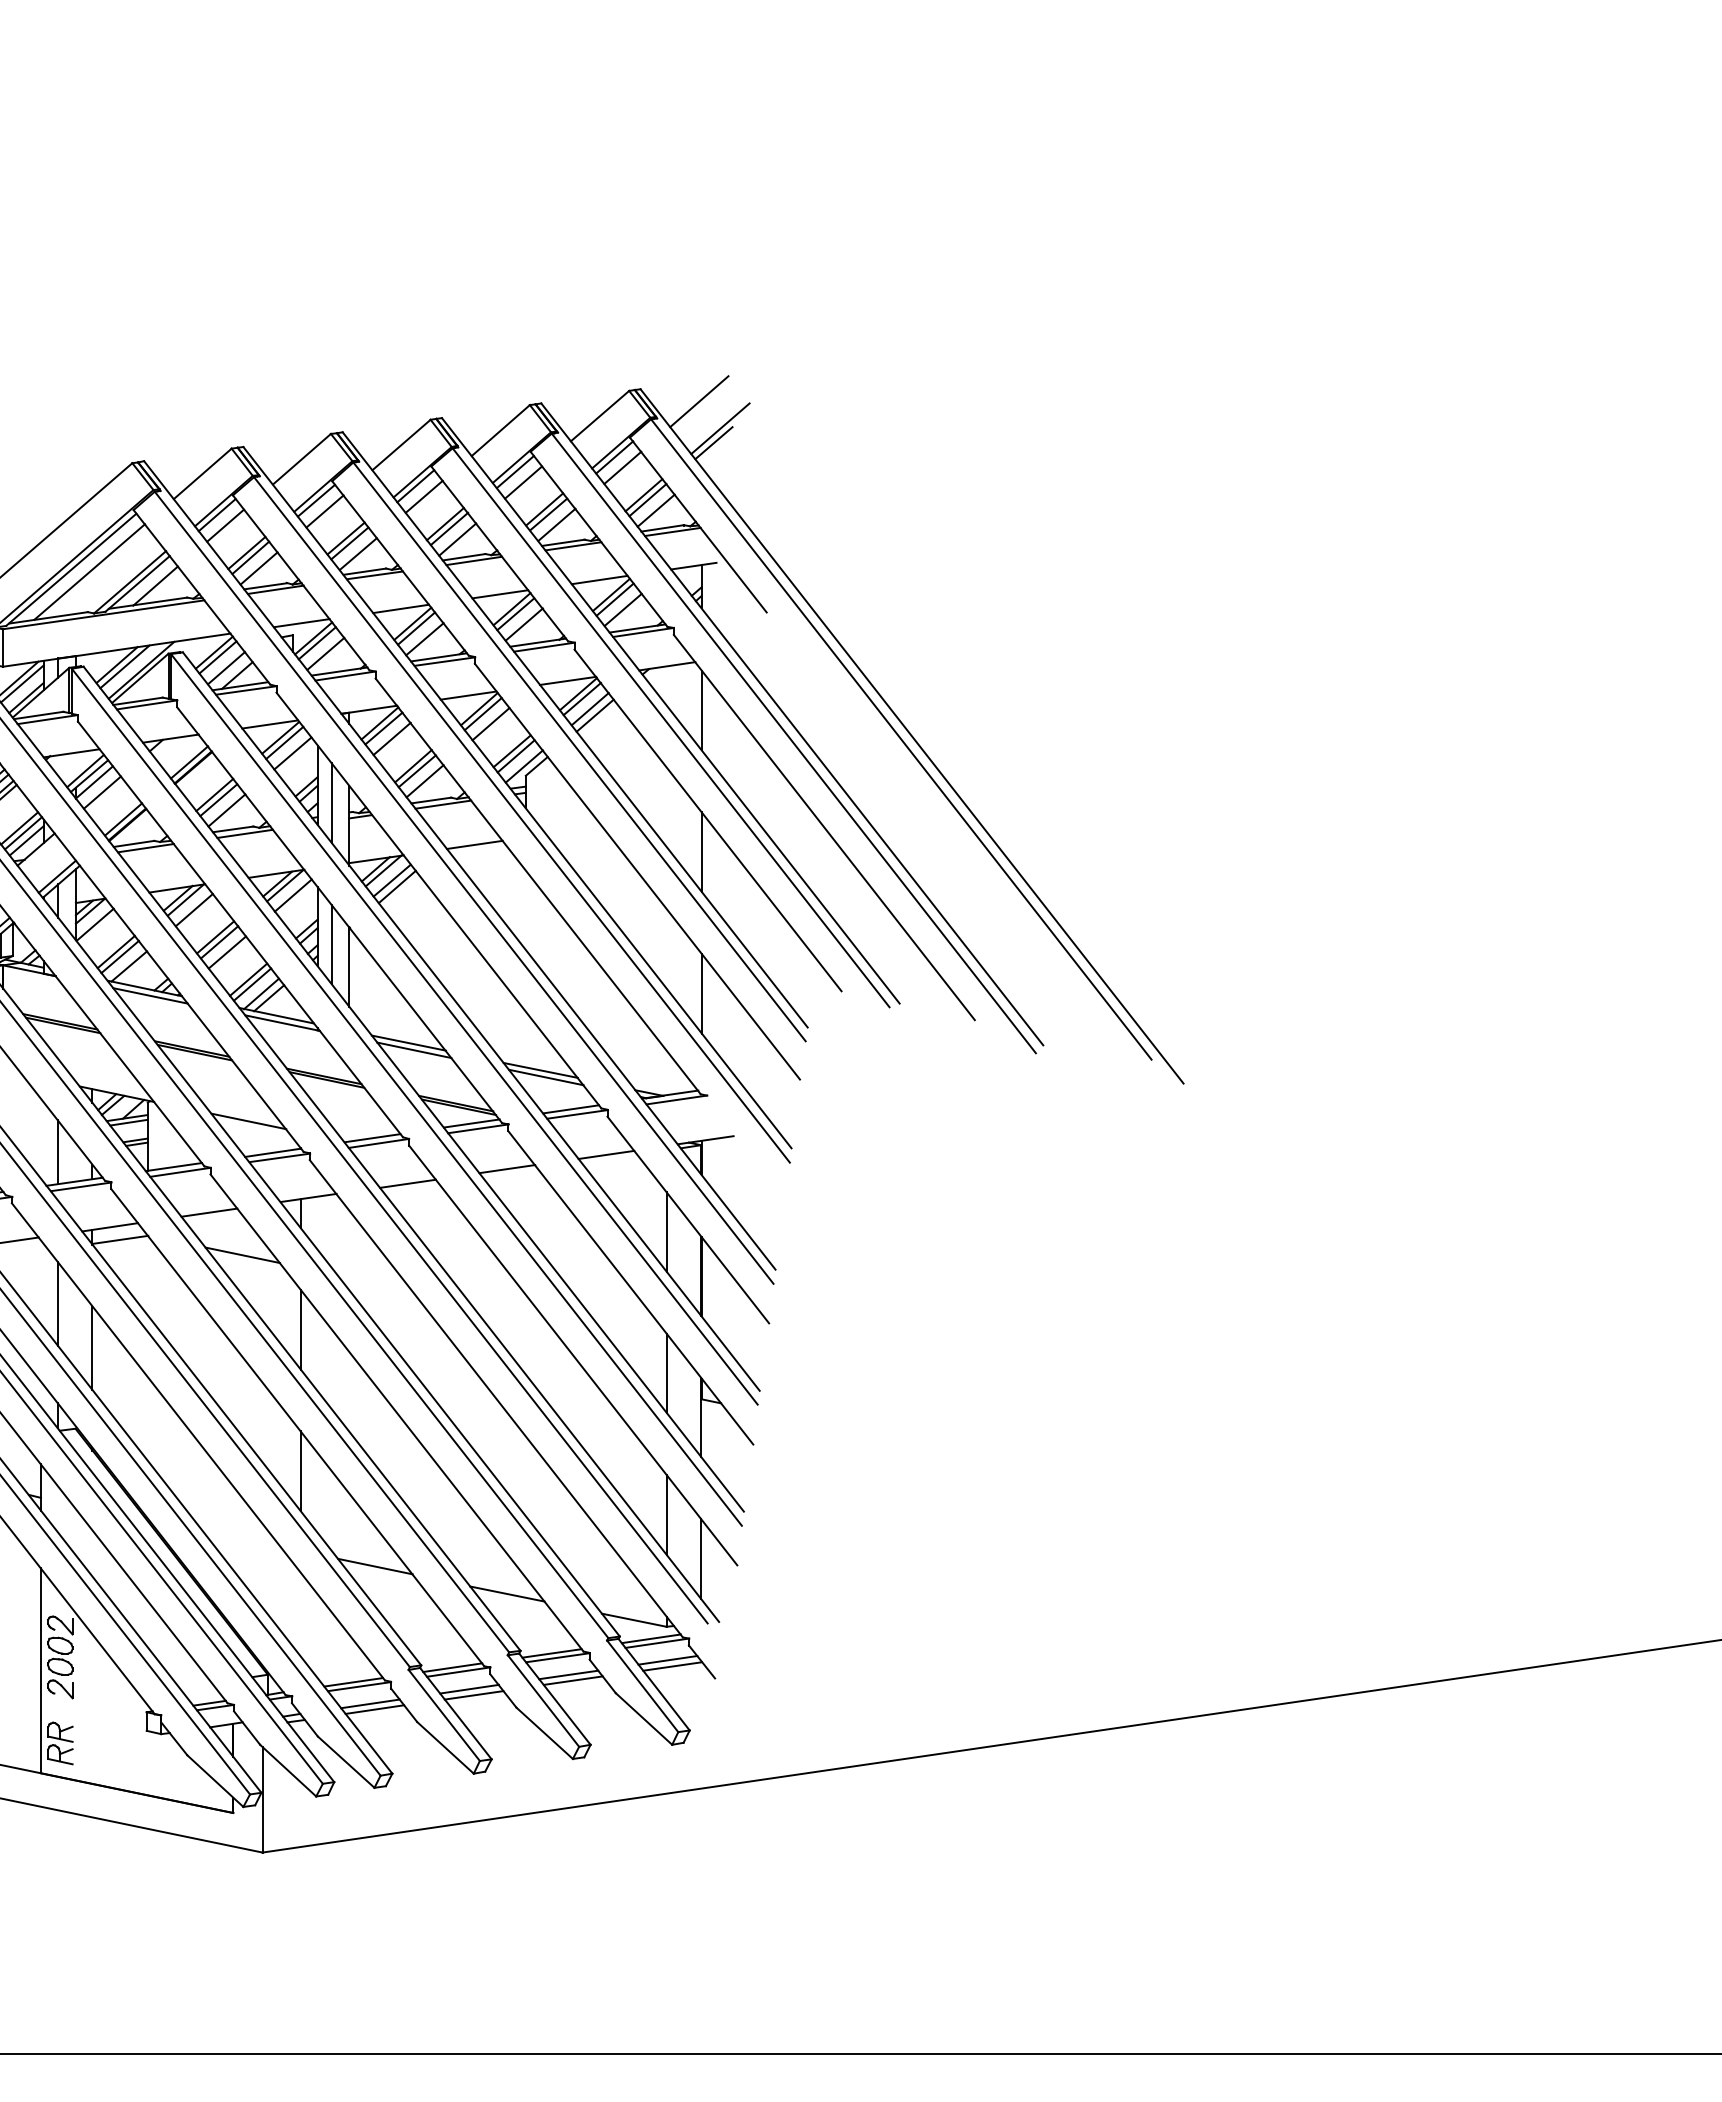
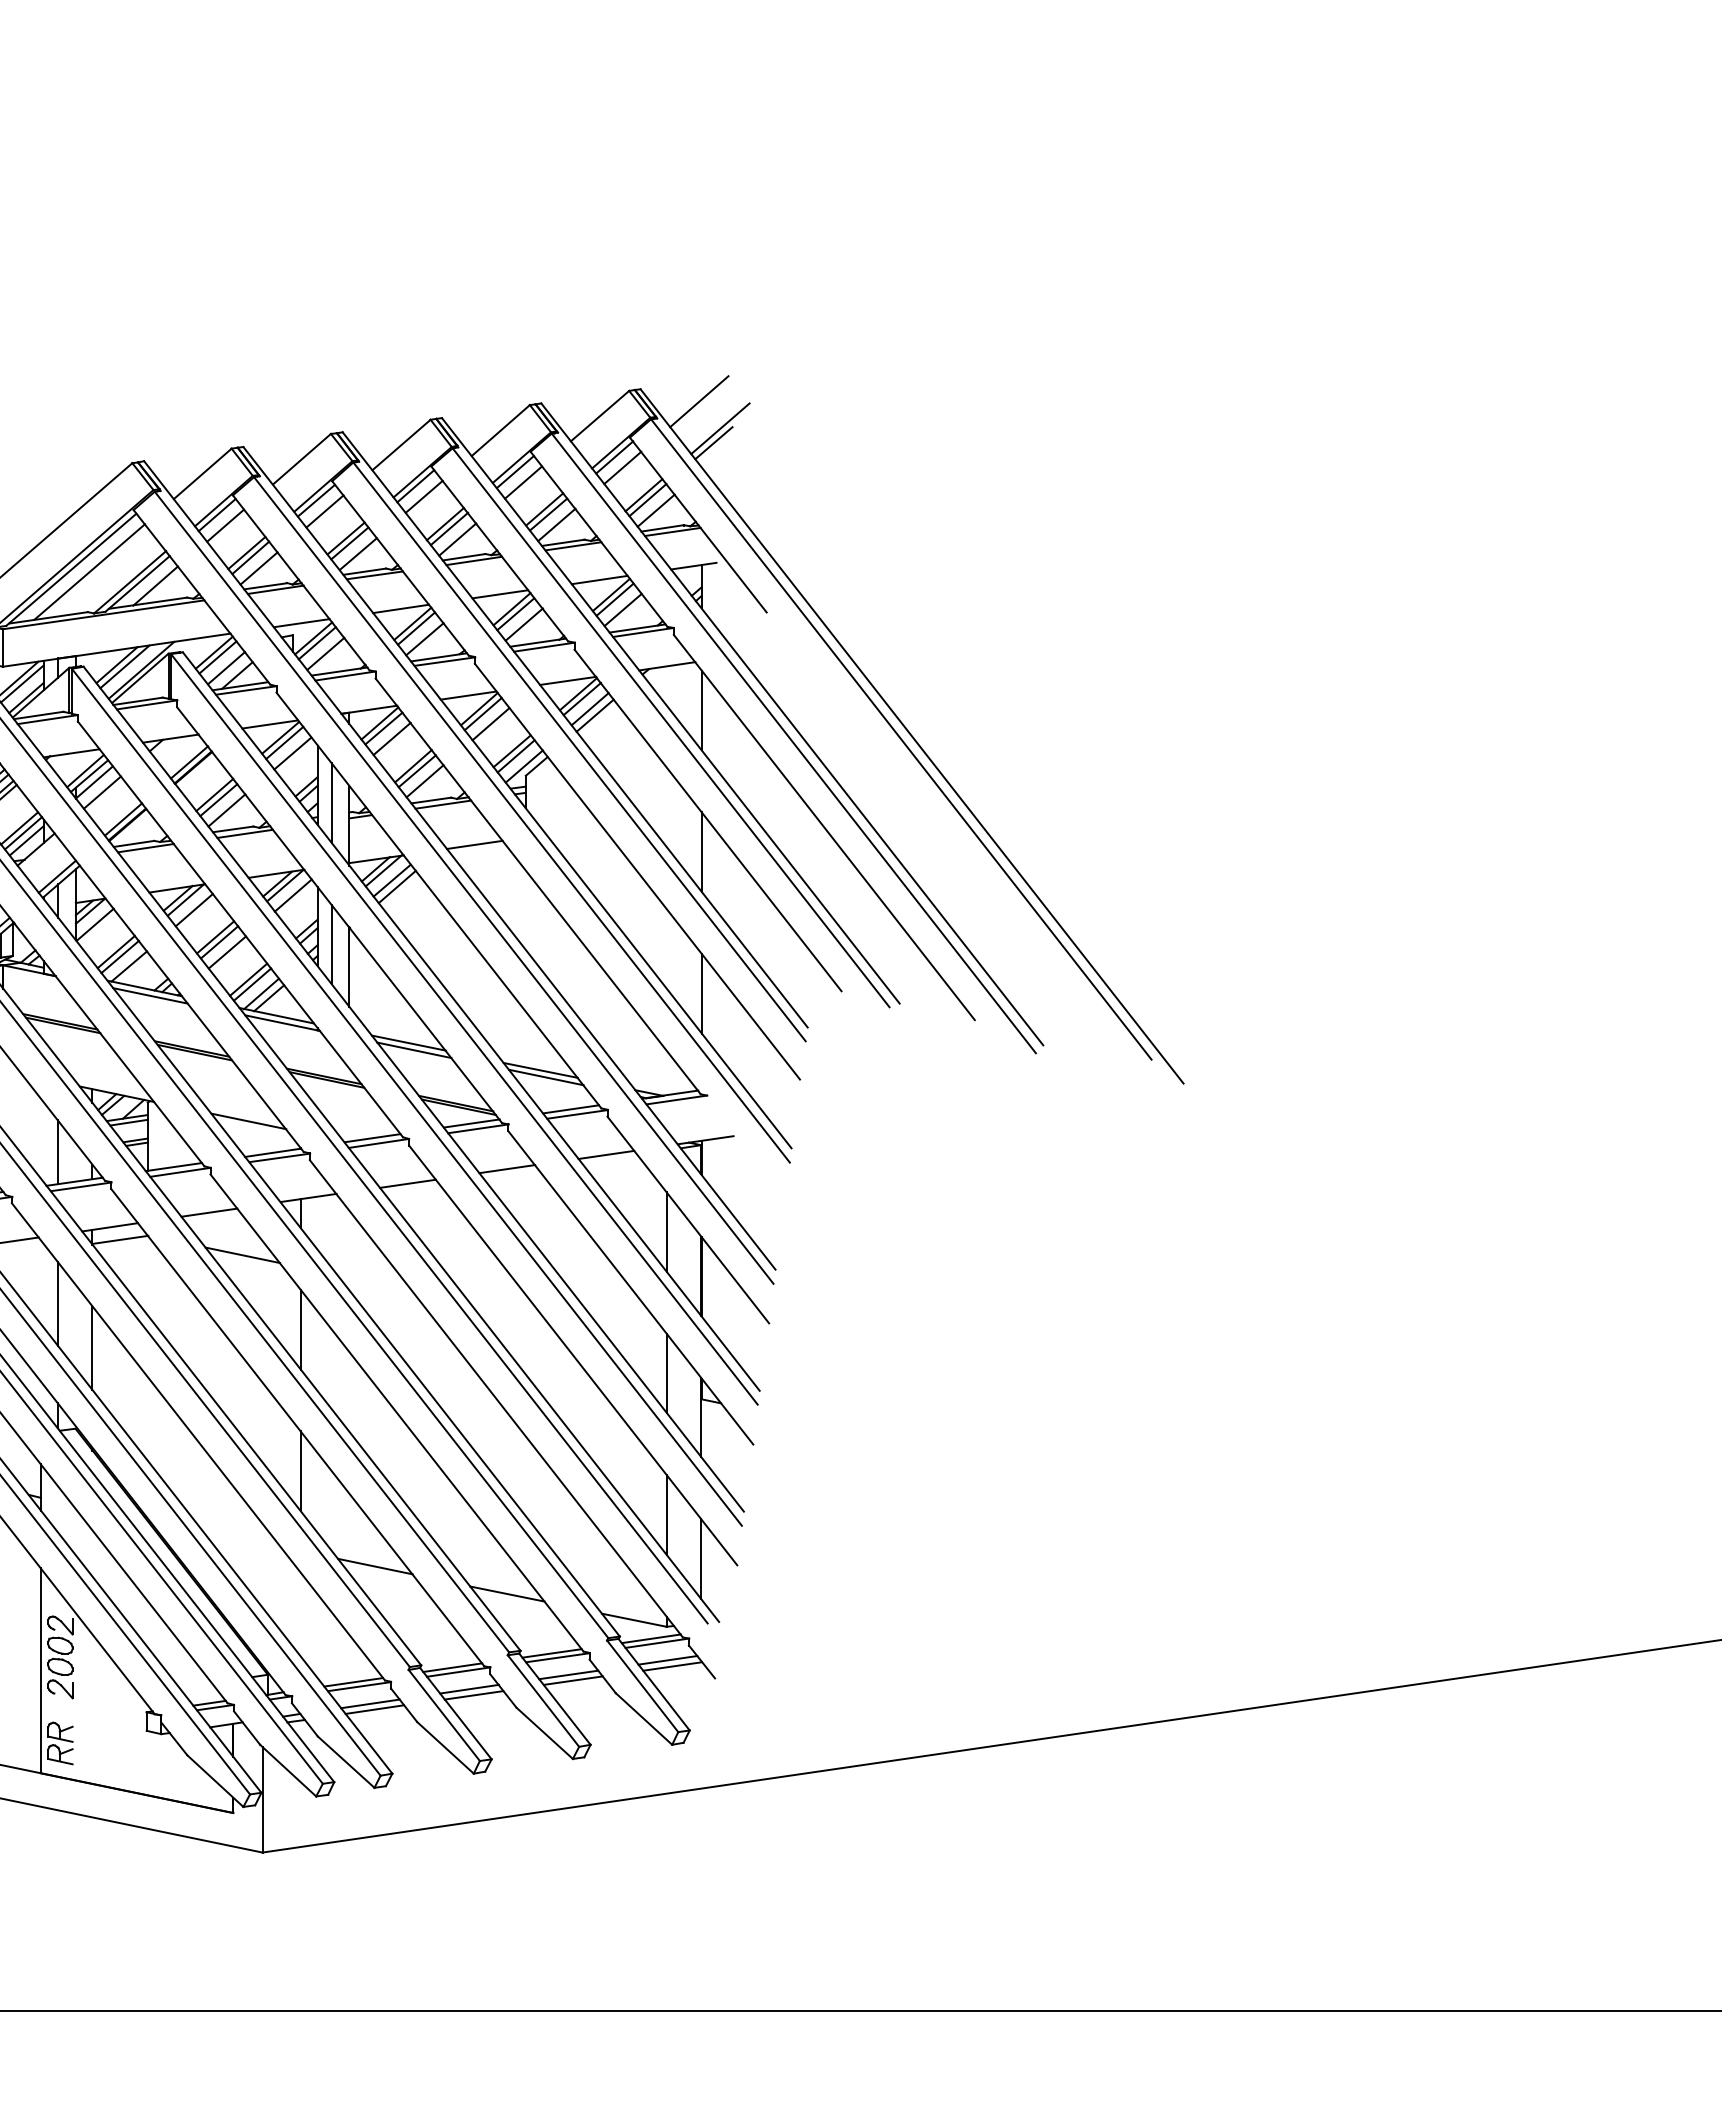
line at (860, 2054) position: (860, 2054) -> (860, 2011)
